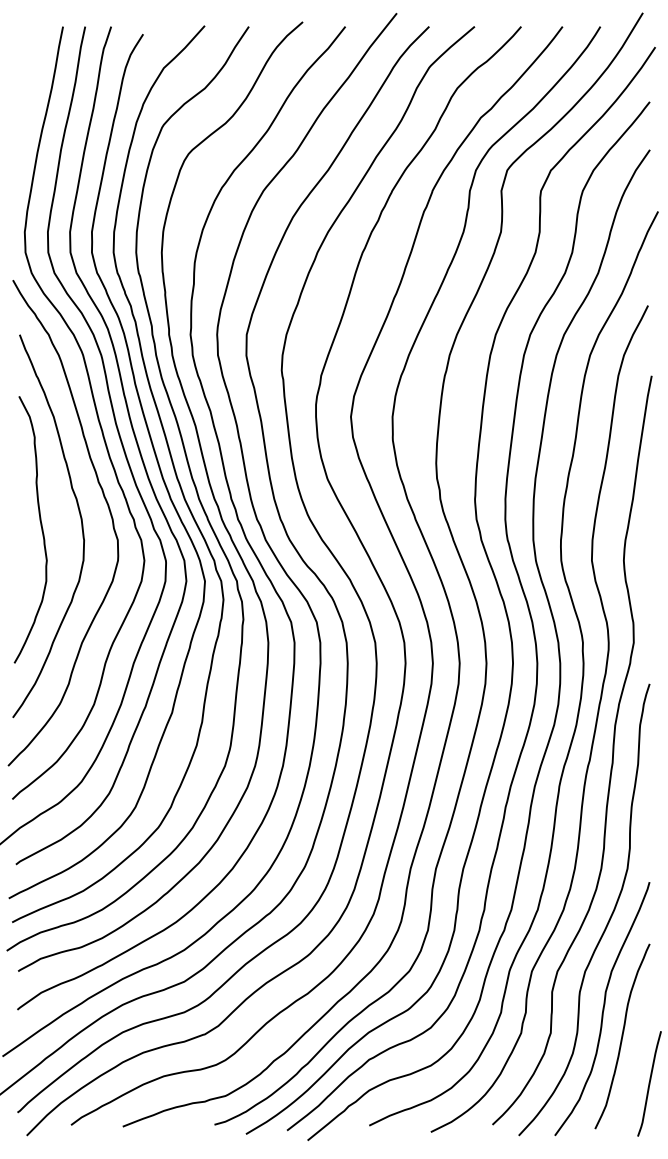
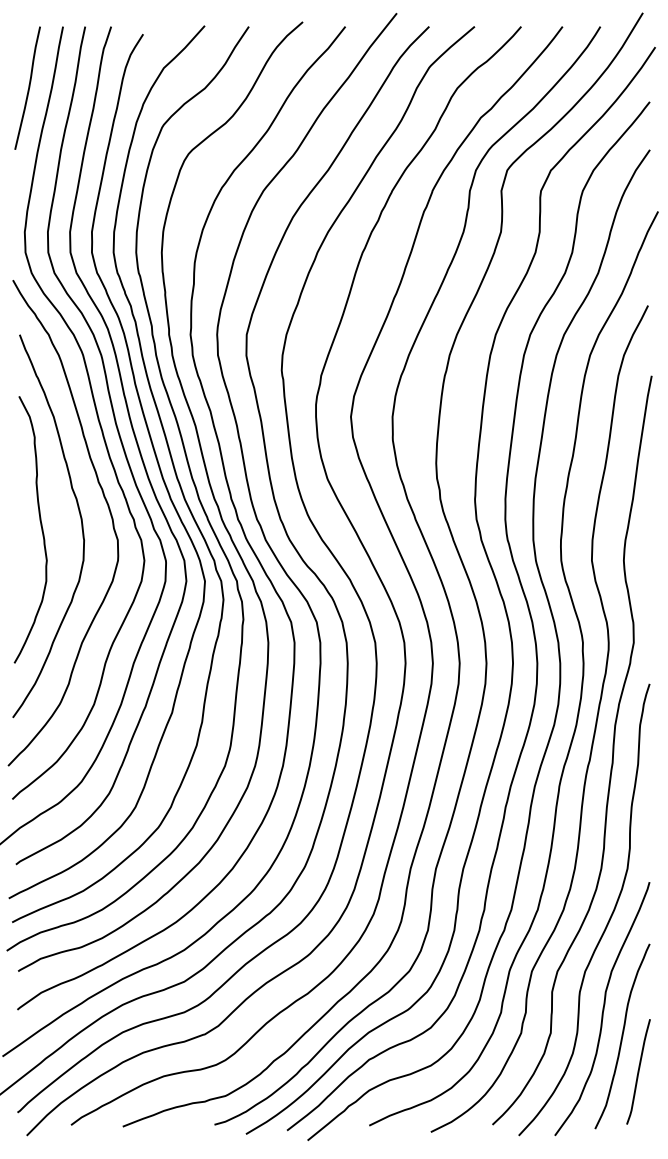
curve at (28, 87): none -> present
curve at (649, 1083) position: (649, 1083) -> (638, 1071)
